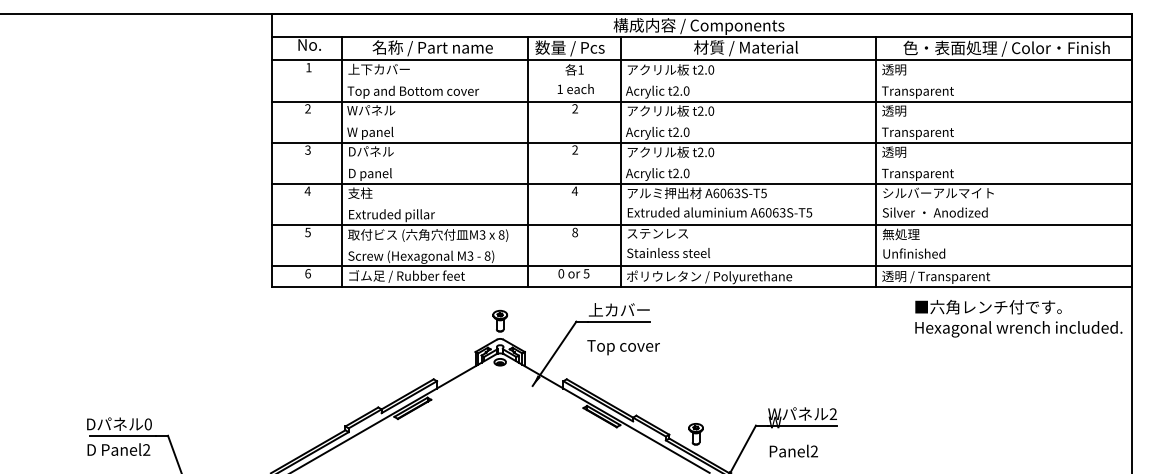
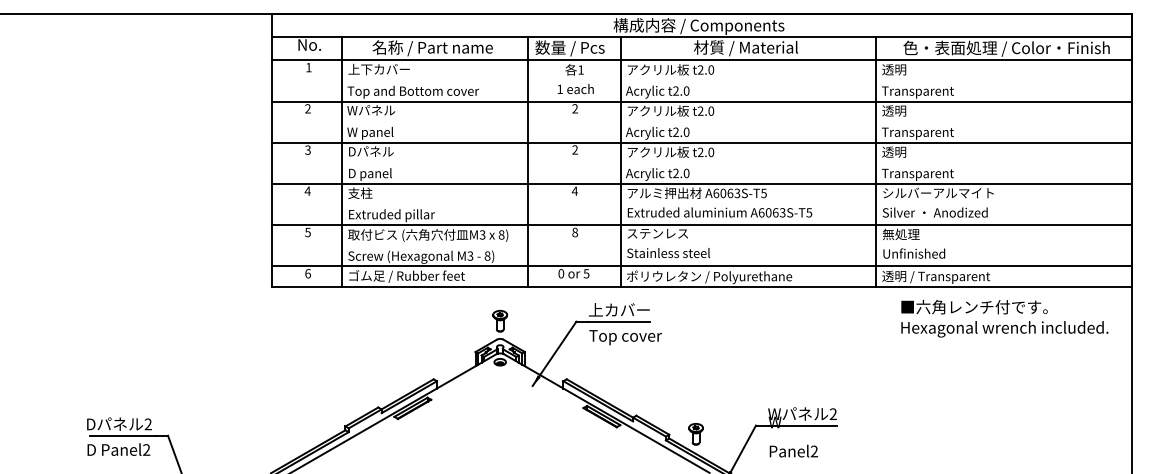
text at (1018, 318) position: (1018, 318) -> (1004, 318)
text at (623, 347) position: (623, 347) -> (625, 337)
text at (147, 424): 0 -> 2
